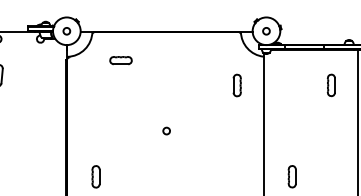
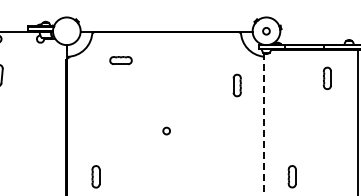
circle at (66, 31): present -> none
part at (330, 85) position: (330, 85) -> (326, 78)
line at (263, 124): solid -> dashed
